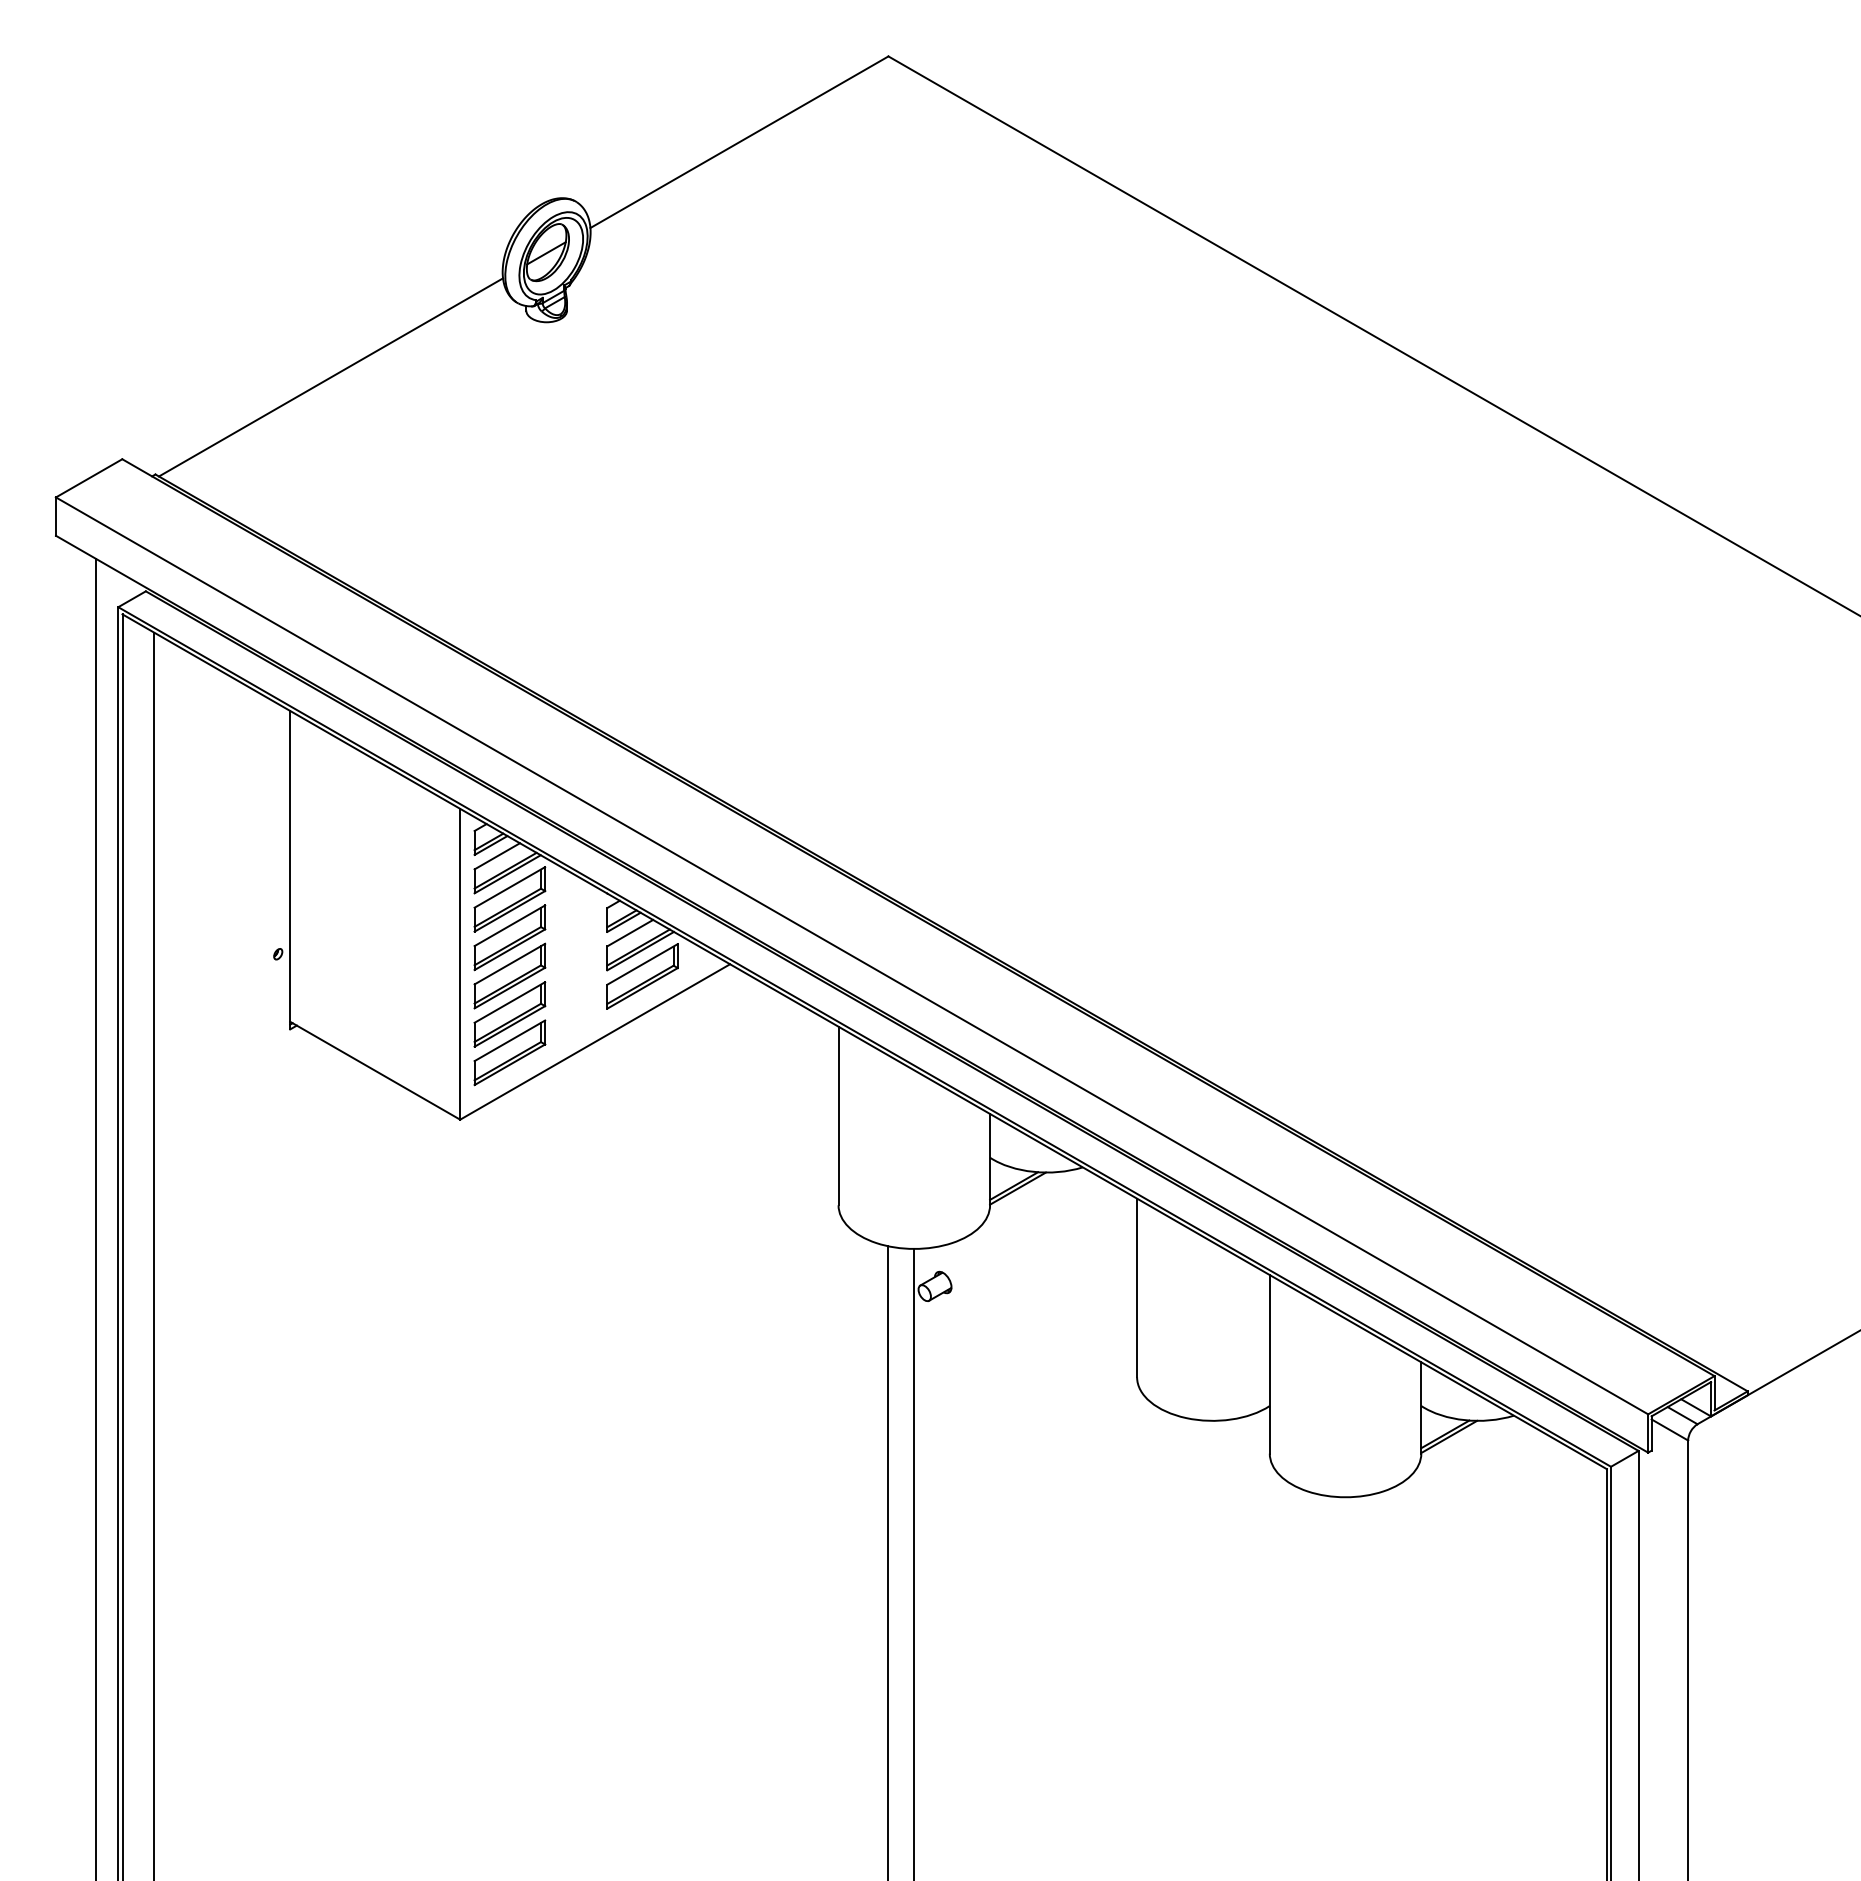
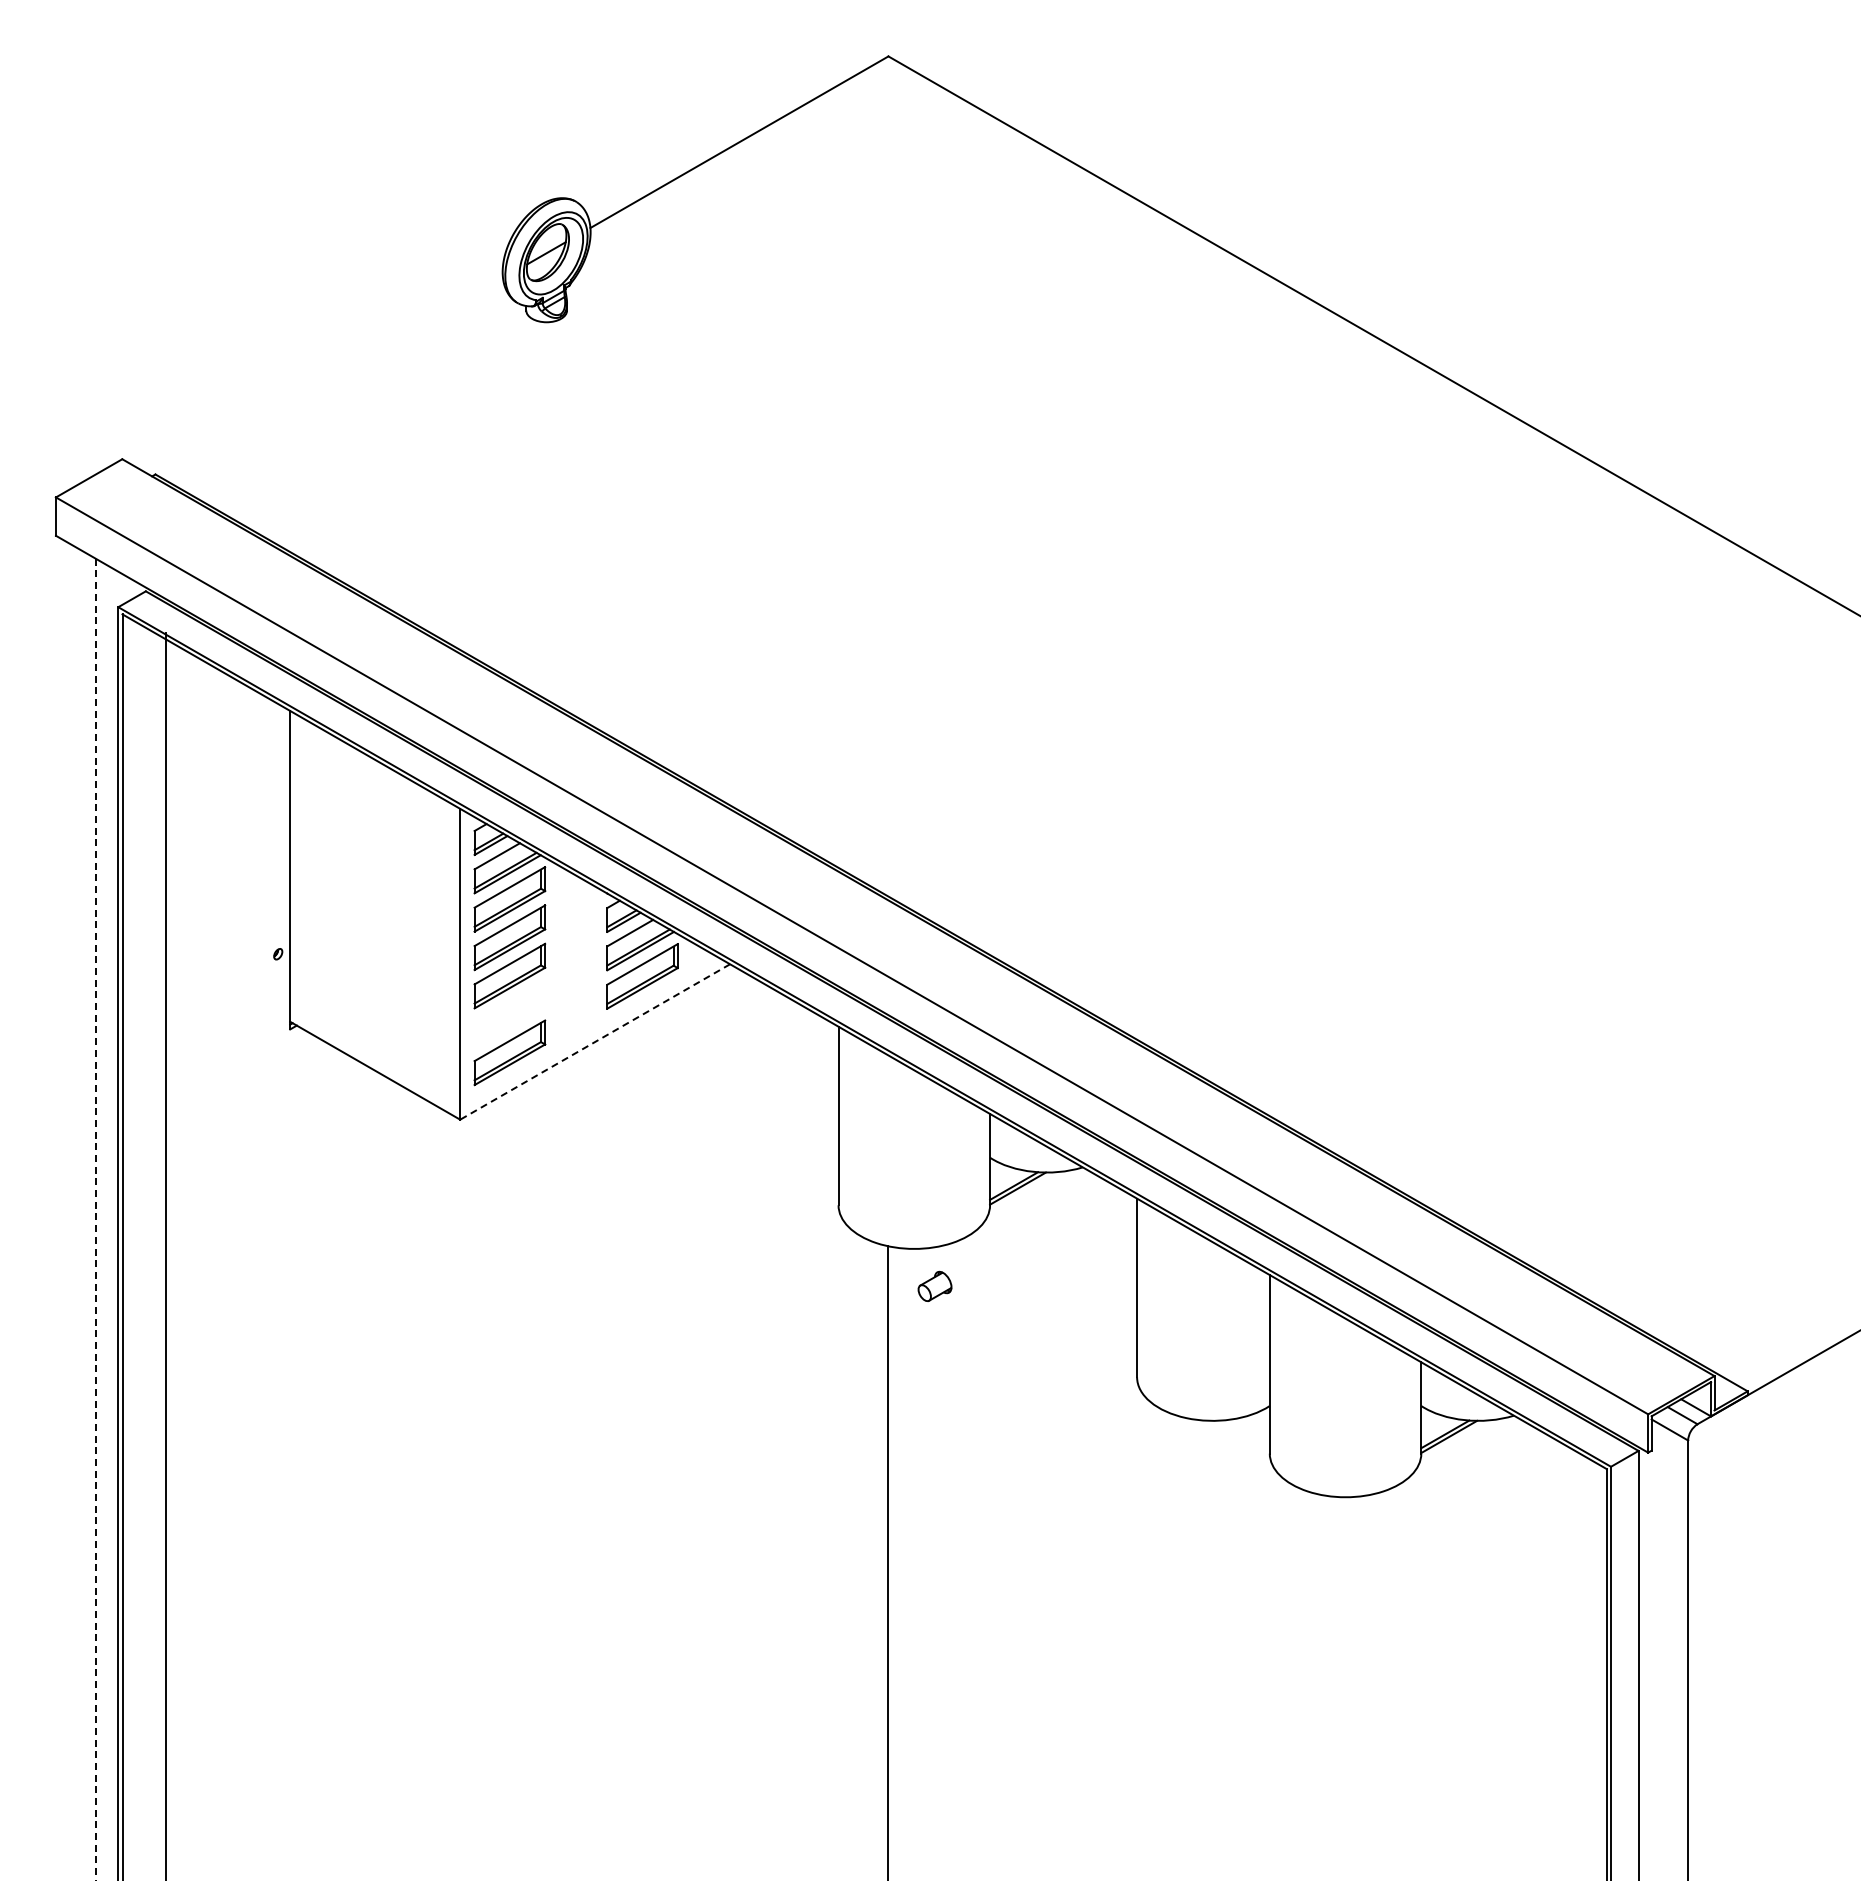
line at (330, 377): present -> none
part at (509, 1014): present -> none
line at (595, 1041): solid -> dashed
line at (95, 1219): solid -> dashed
line at (154, 1254) position: (154, 1254) -> (166, 1254)
line at (914, 1562): present -> none
